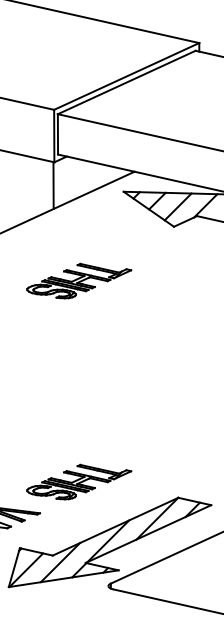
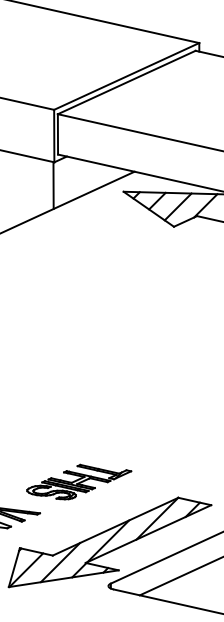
part at (79, 280): present -> none
line at (179, 576): none -> present
